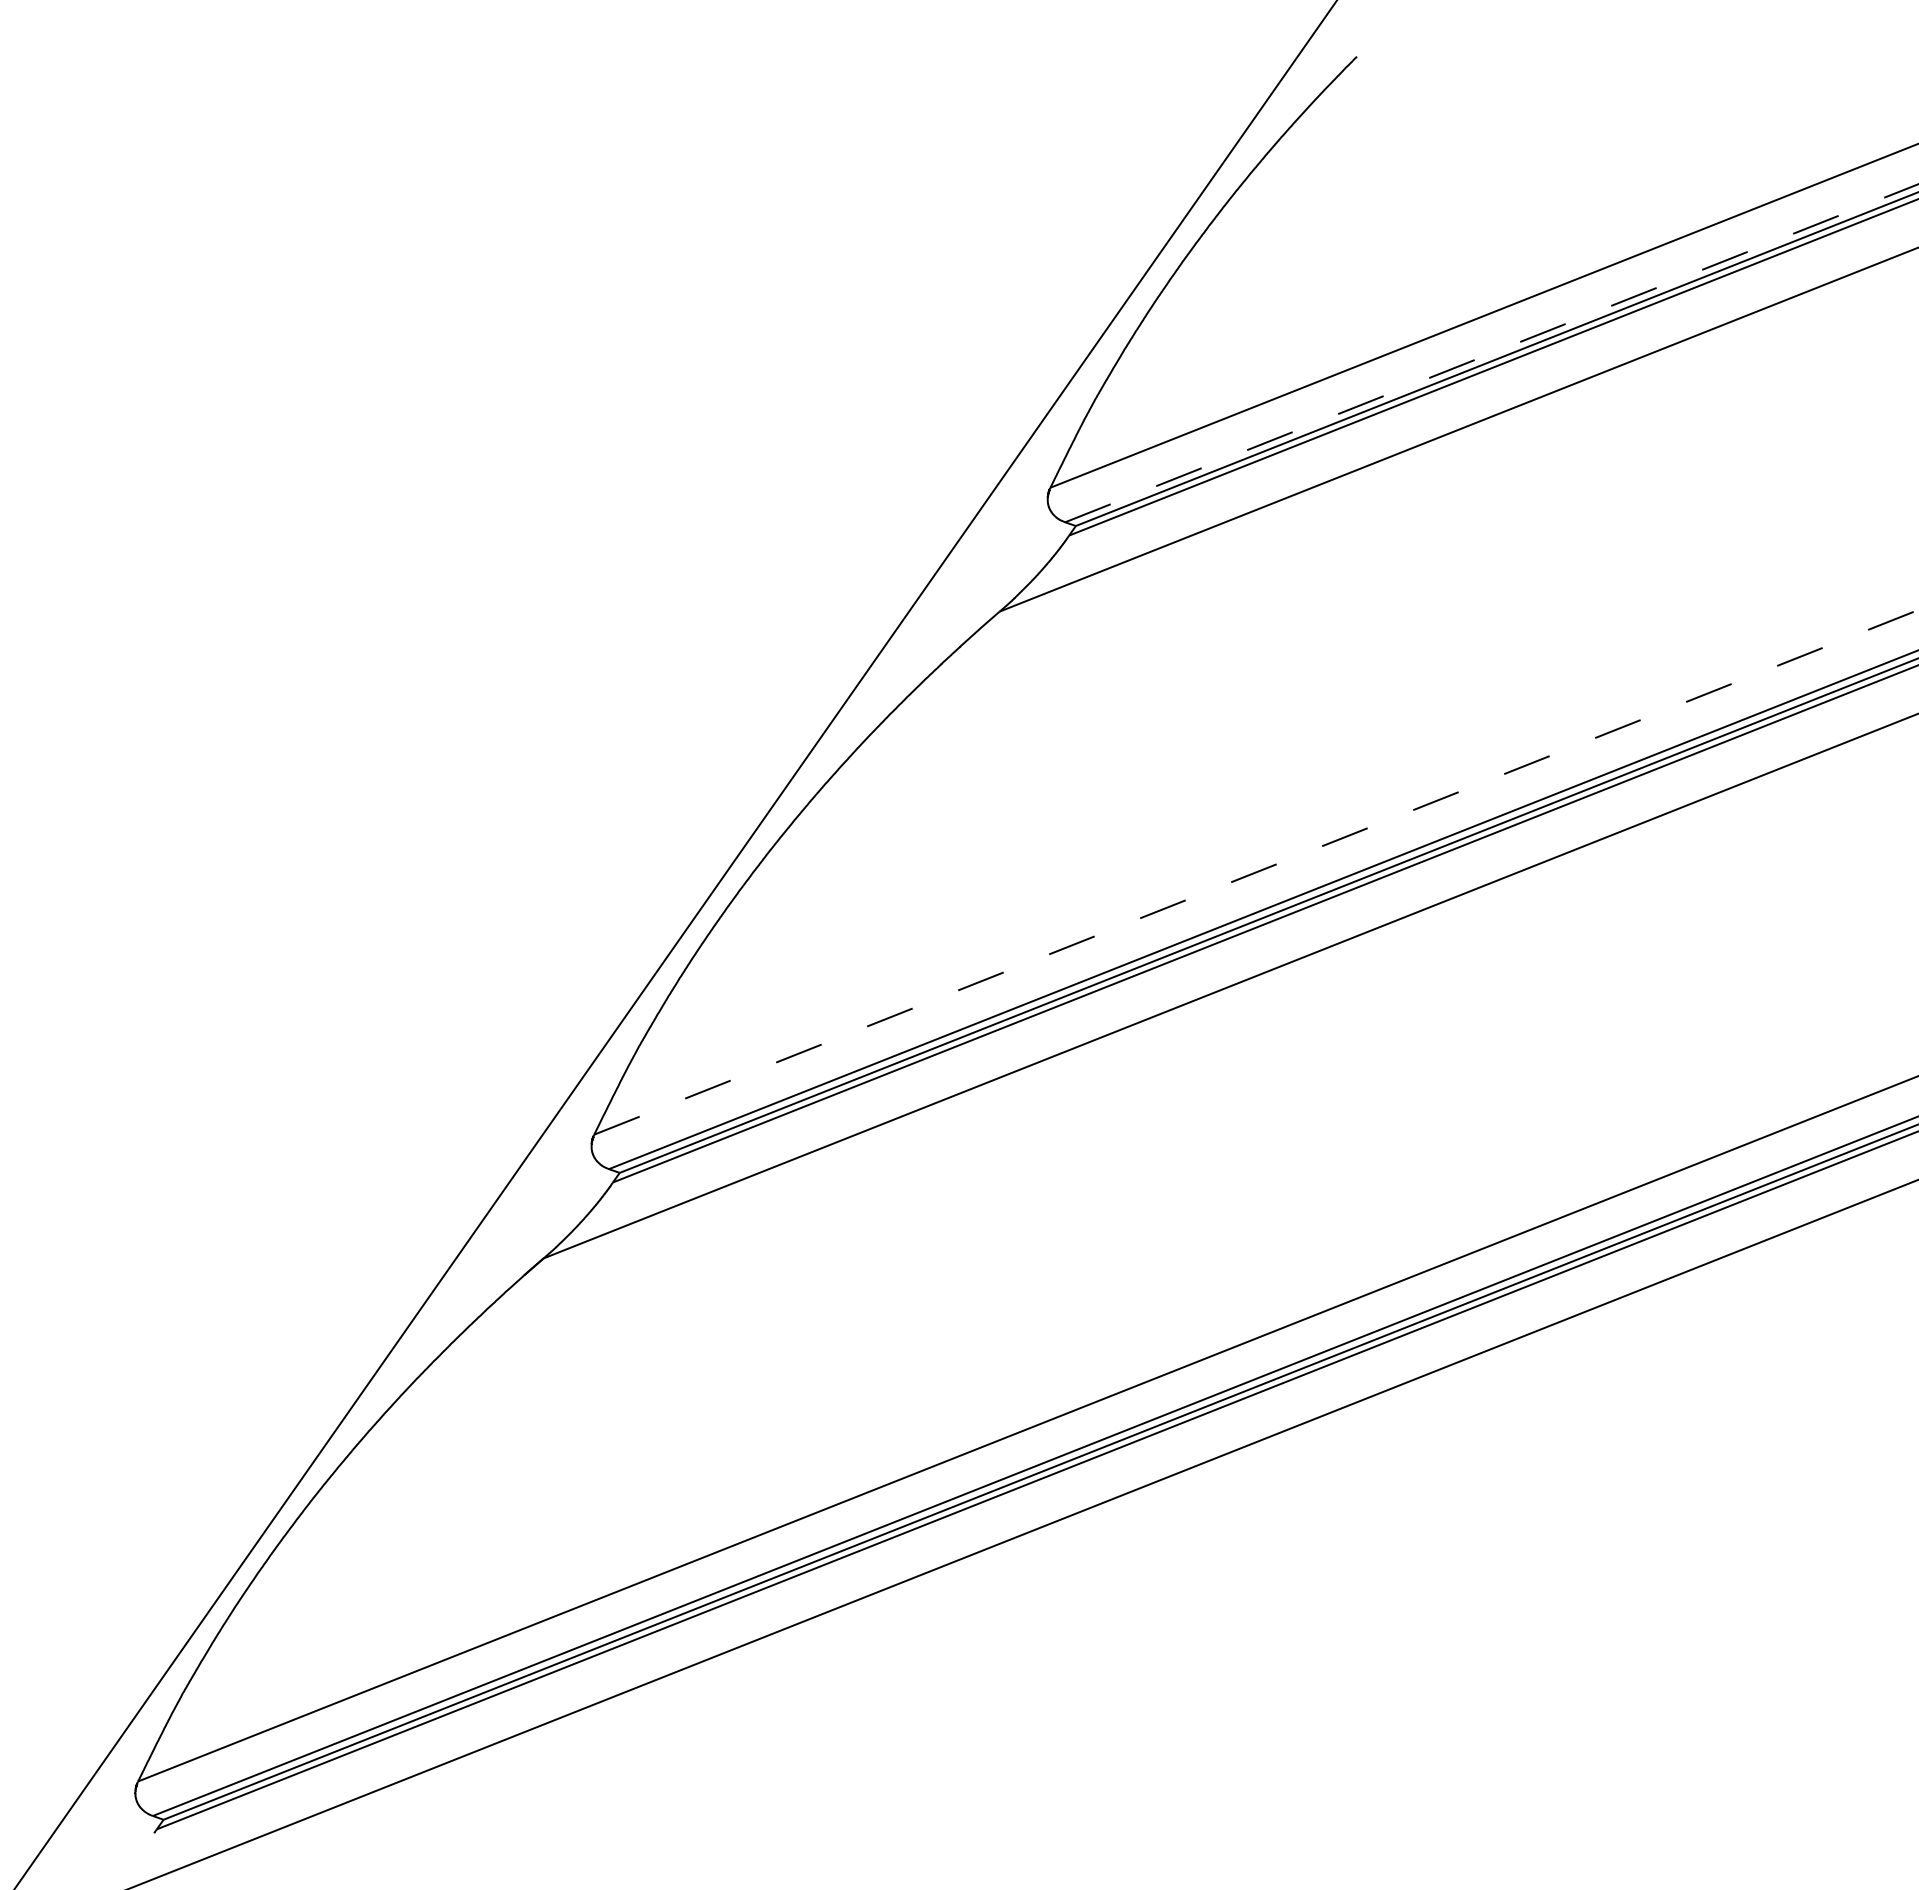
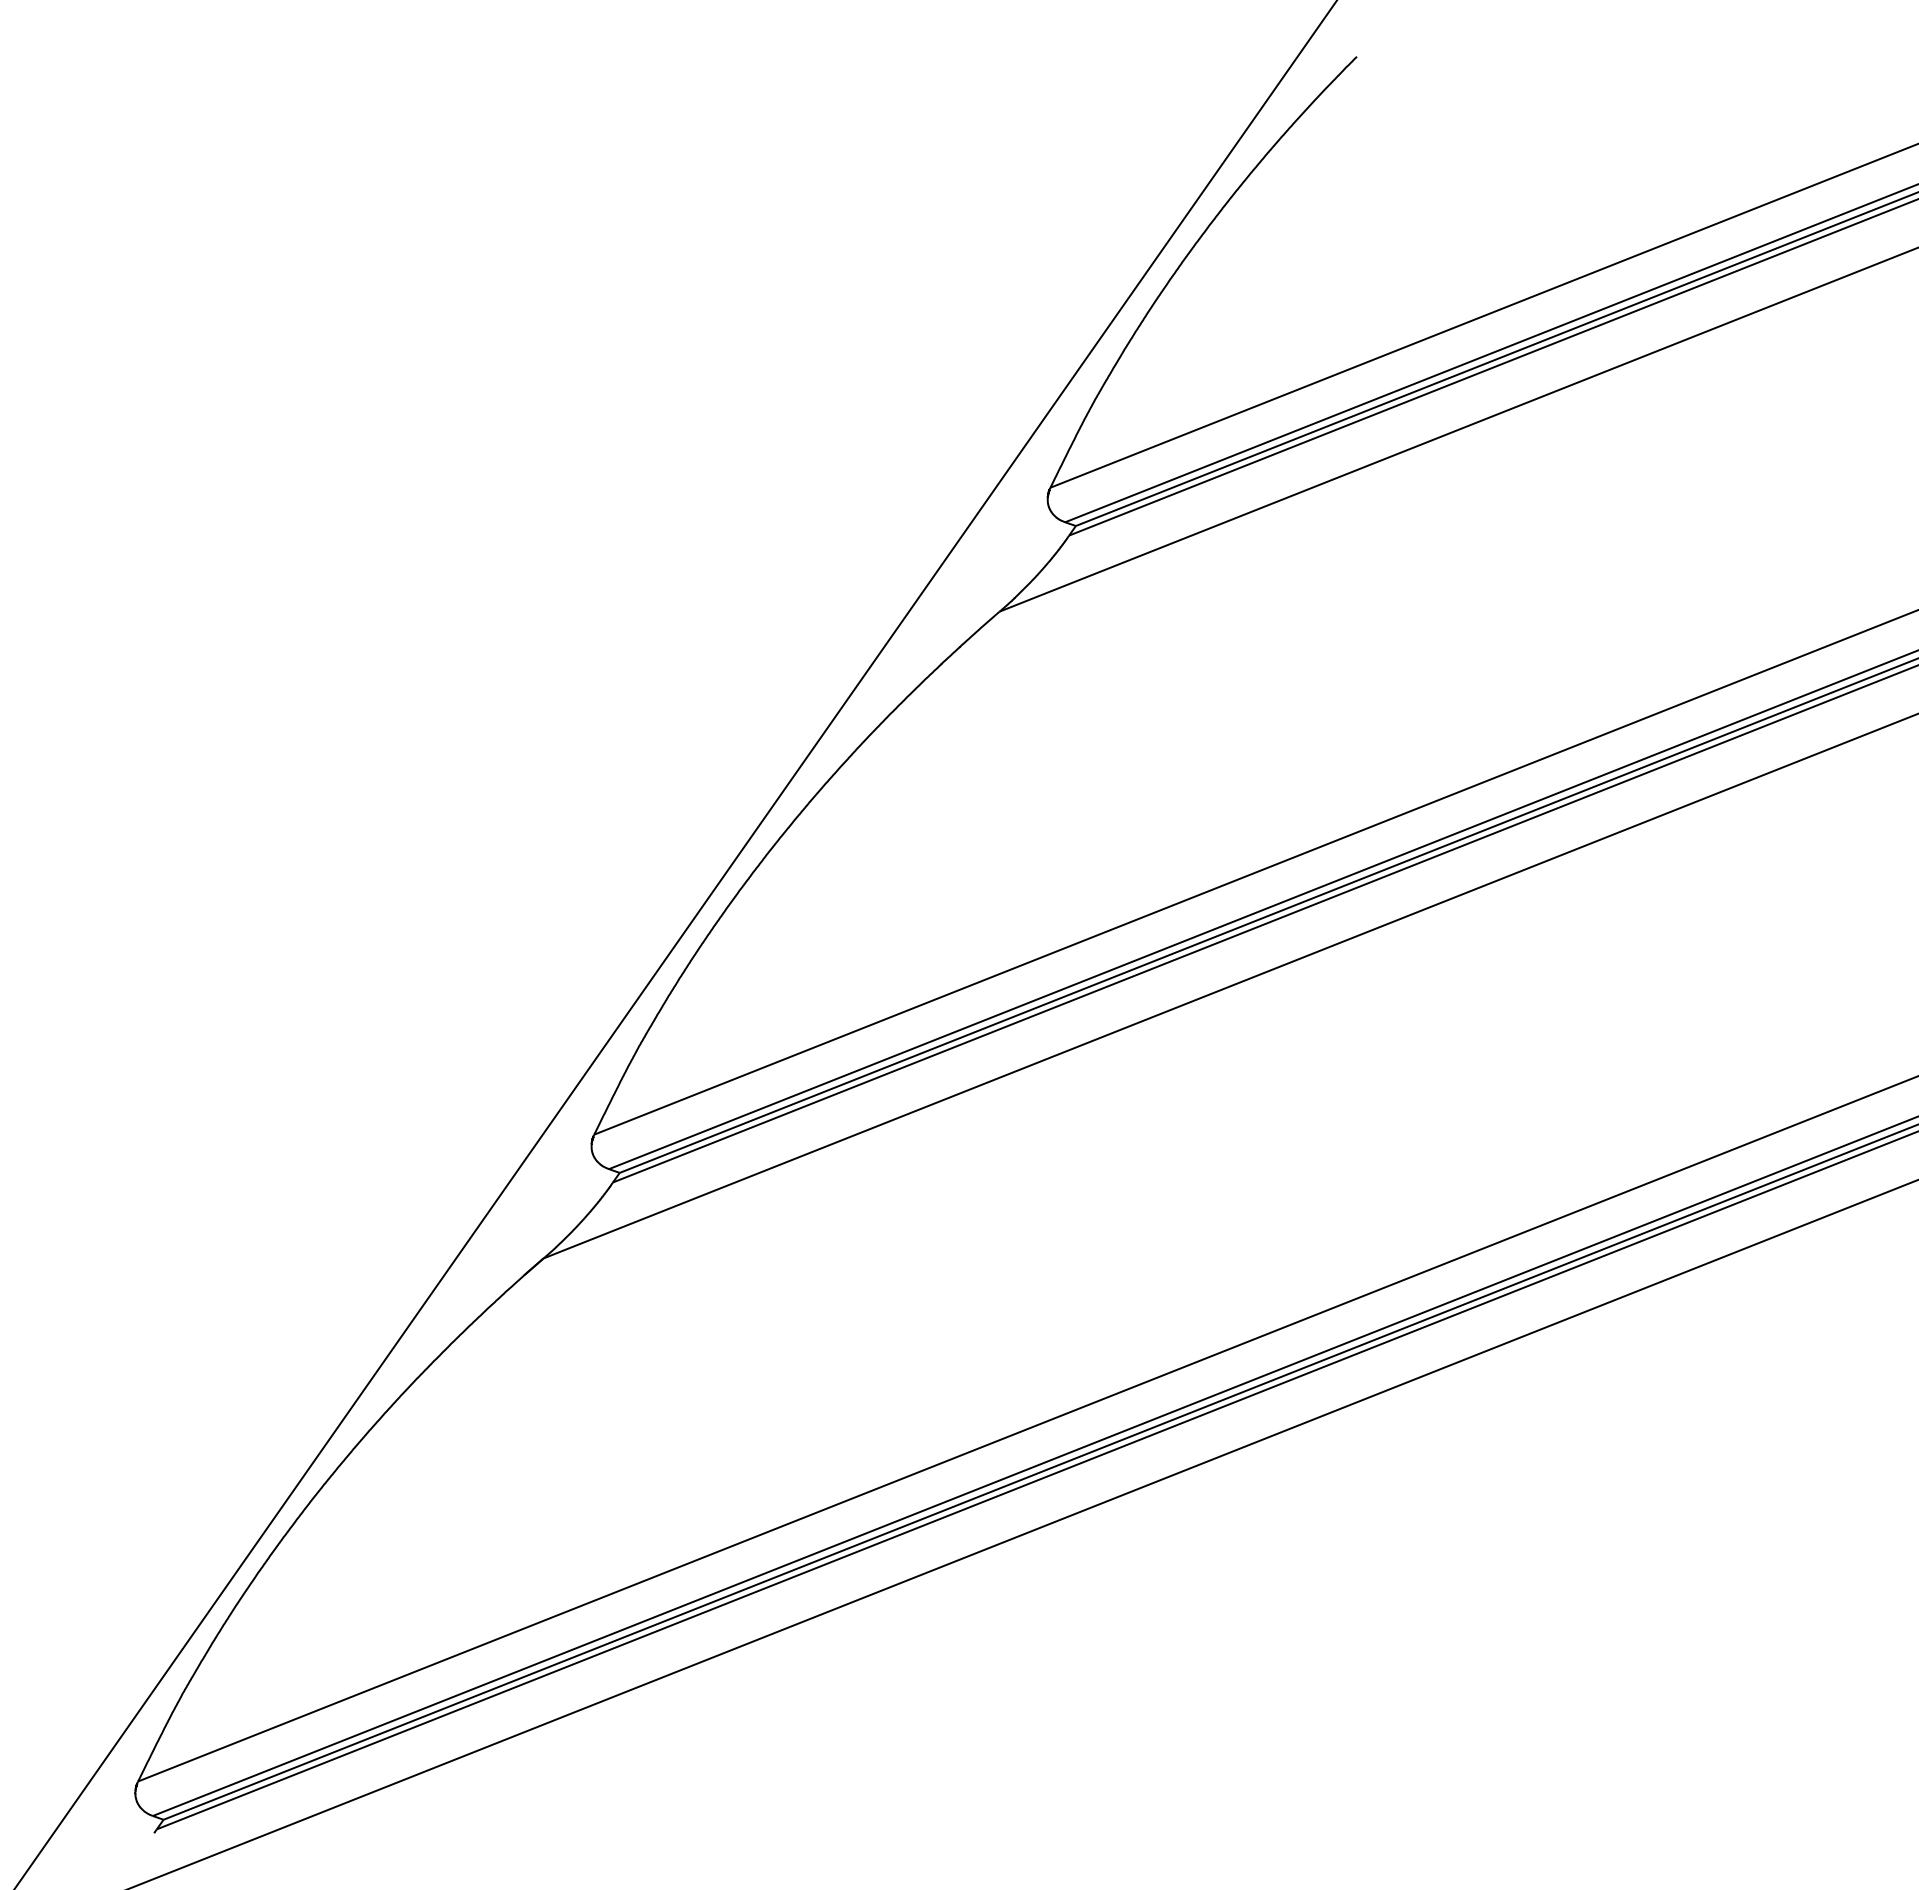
line at (1491, 353): dashed -> solid
line at (1256, 872): dashed -> solid
